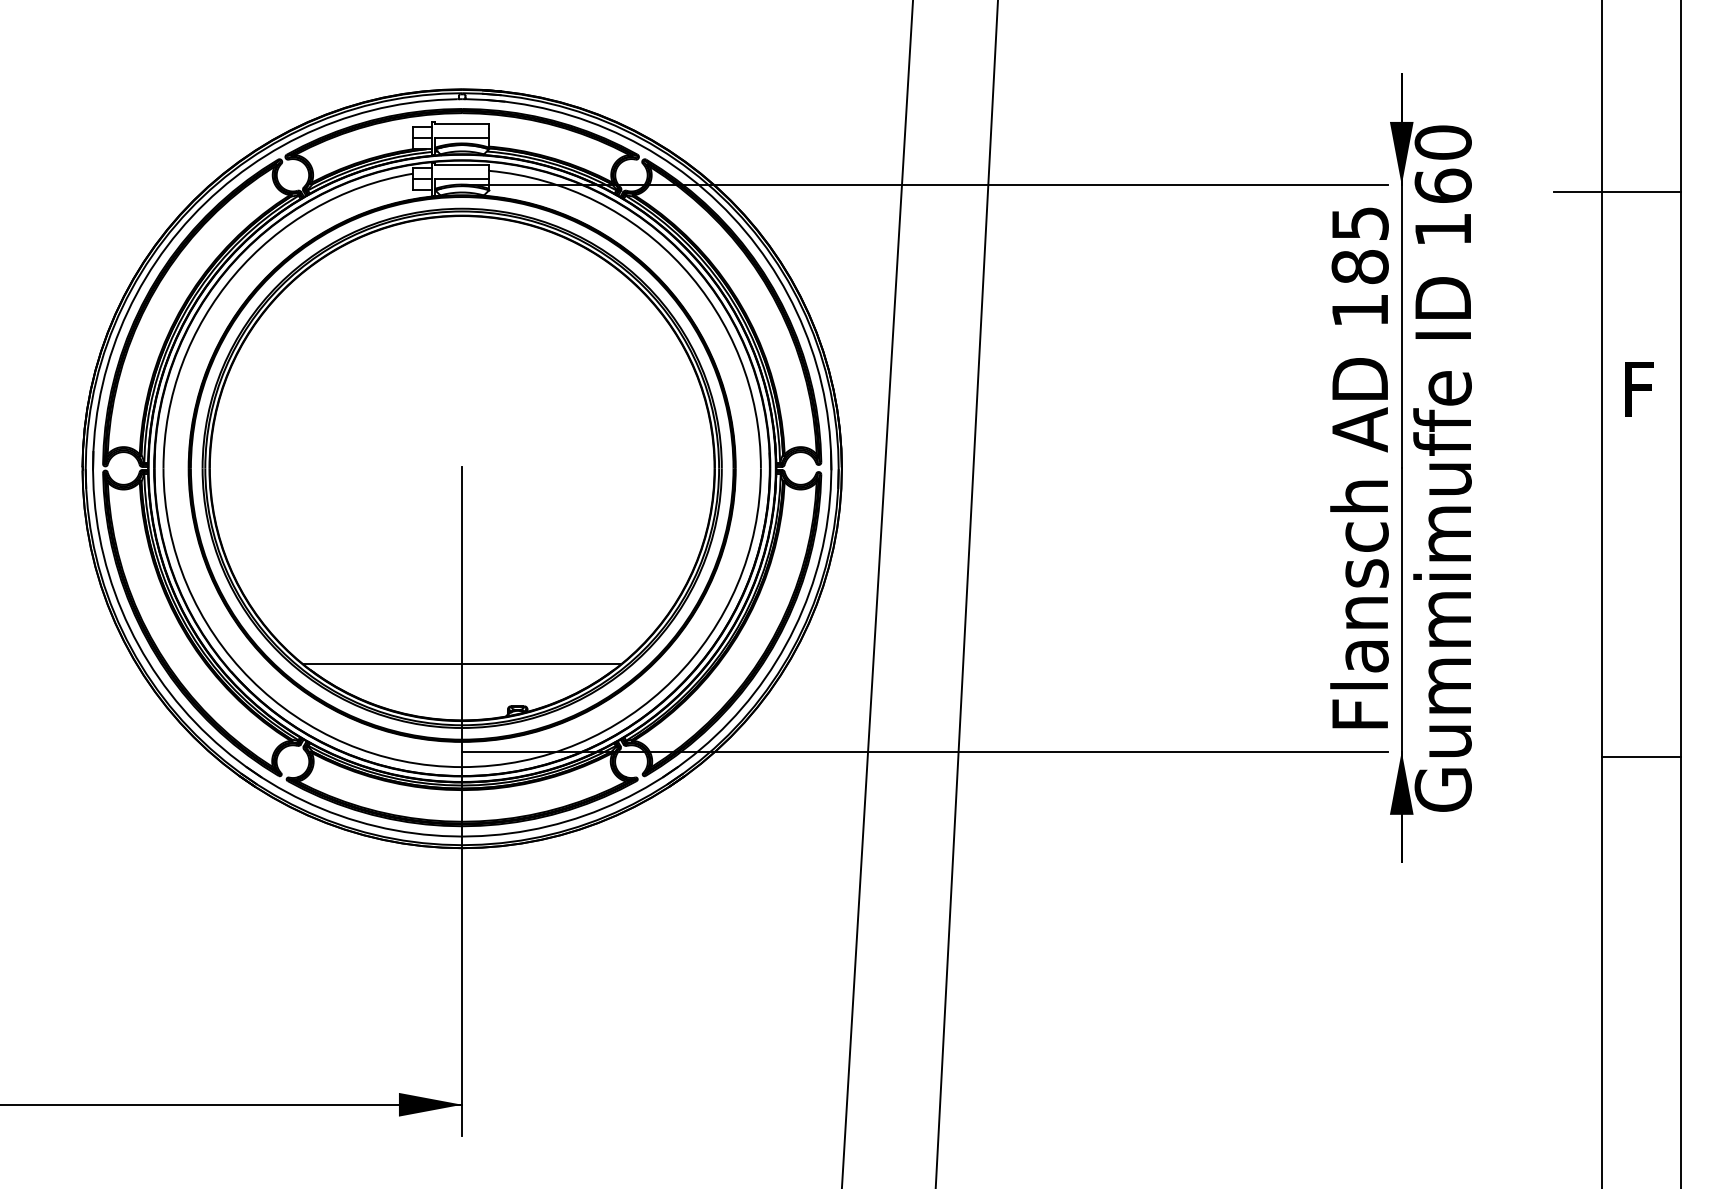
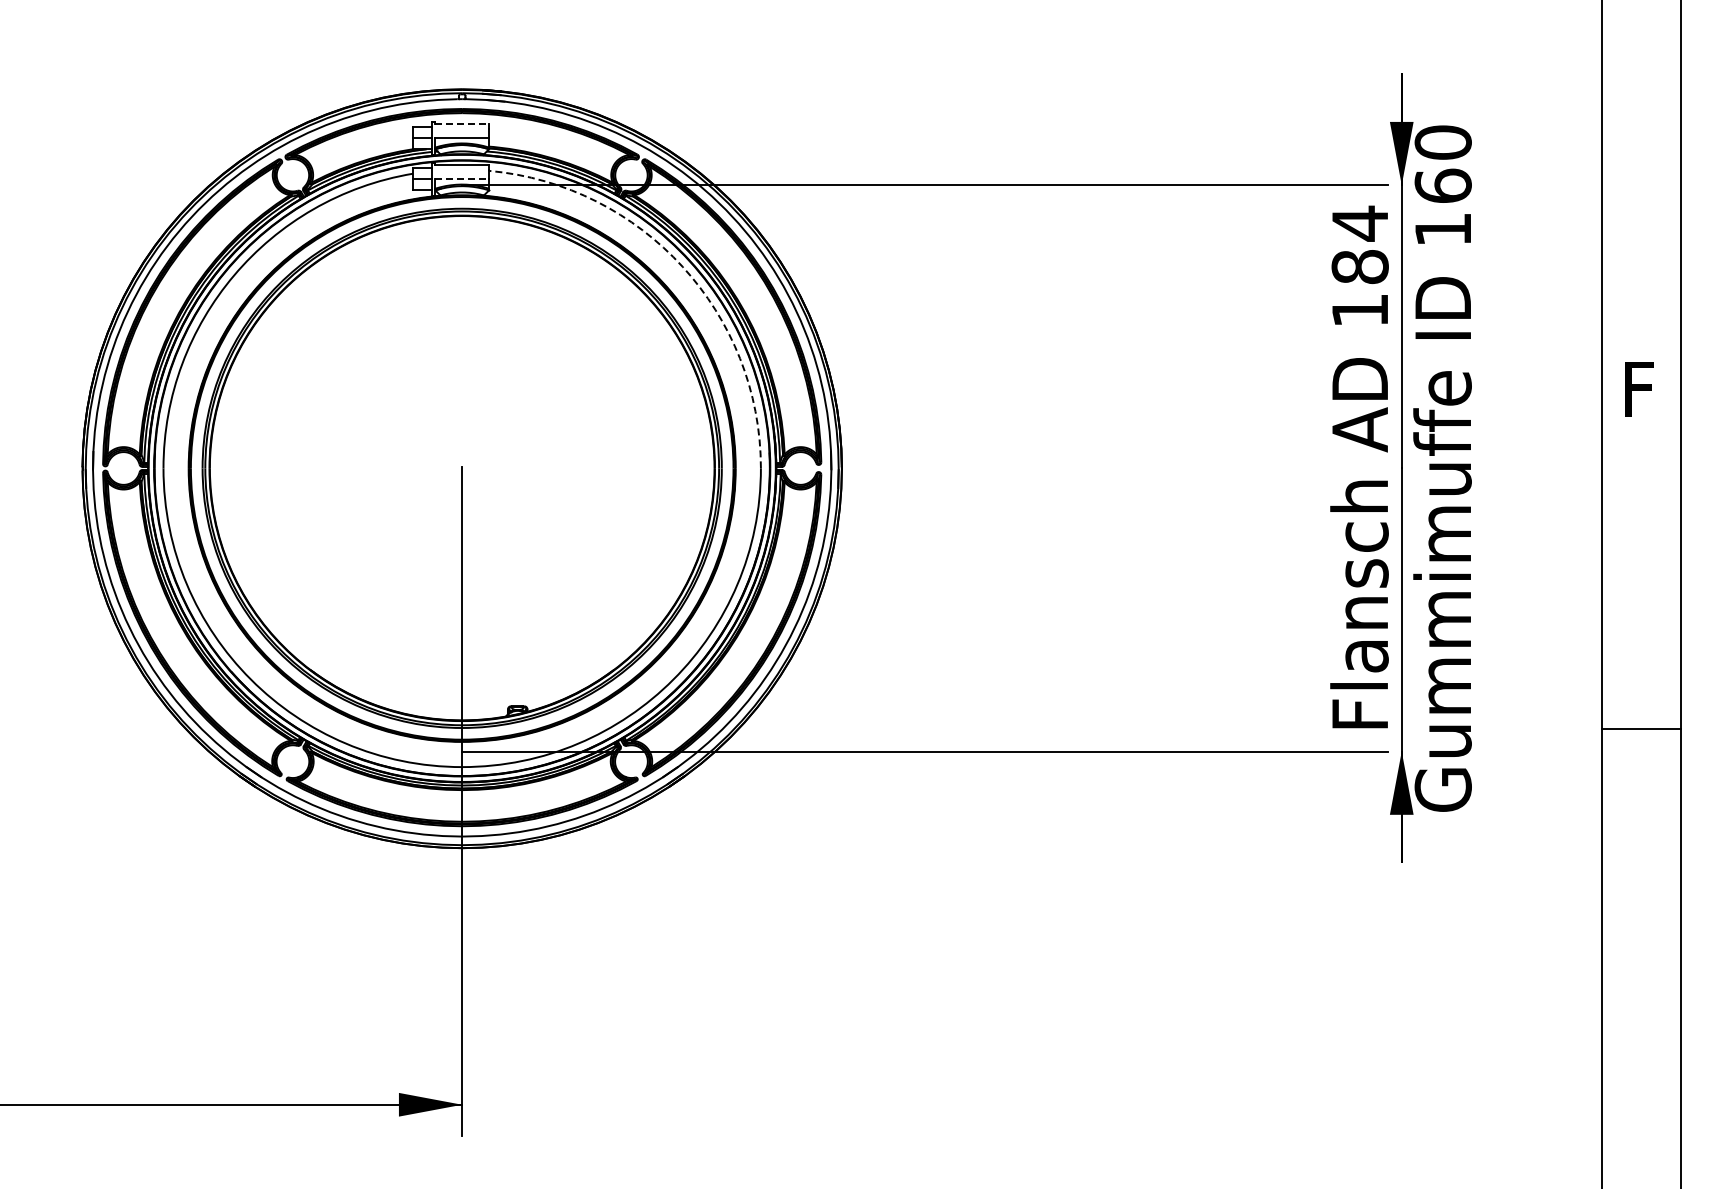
line at (462, 123): solid -> dashed
line at (462, 179): solid -> dashed
line at (1617, 191): present -> none
text at (1360, 223): 185 -> 184
arc at (682, 266): solid -> dashed
line at (877, 593): present -> none
line at (966, 593): present -> none
line at (462, 664): present -> none
line at (1641, 757) position: (1641, 757) -> (1641, 729)
